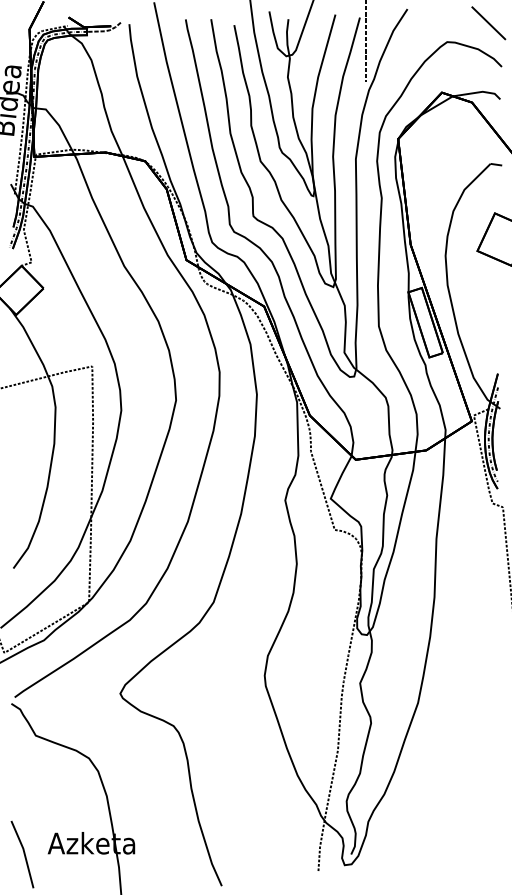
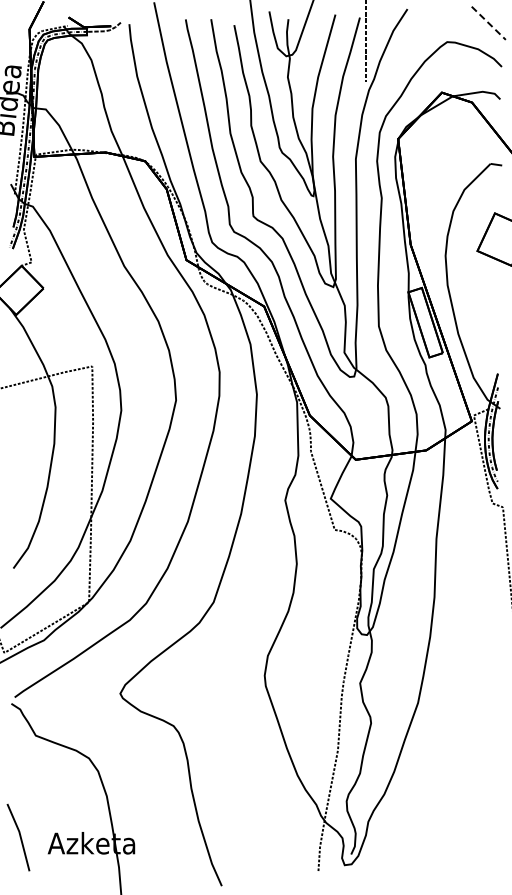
line at (488, 23): solid -> dashed
line at (23, 854) position: (23, 854) -> (19, 837)
